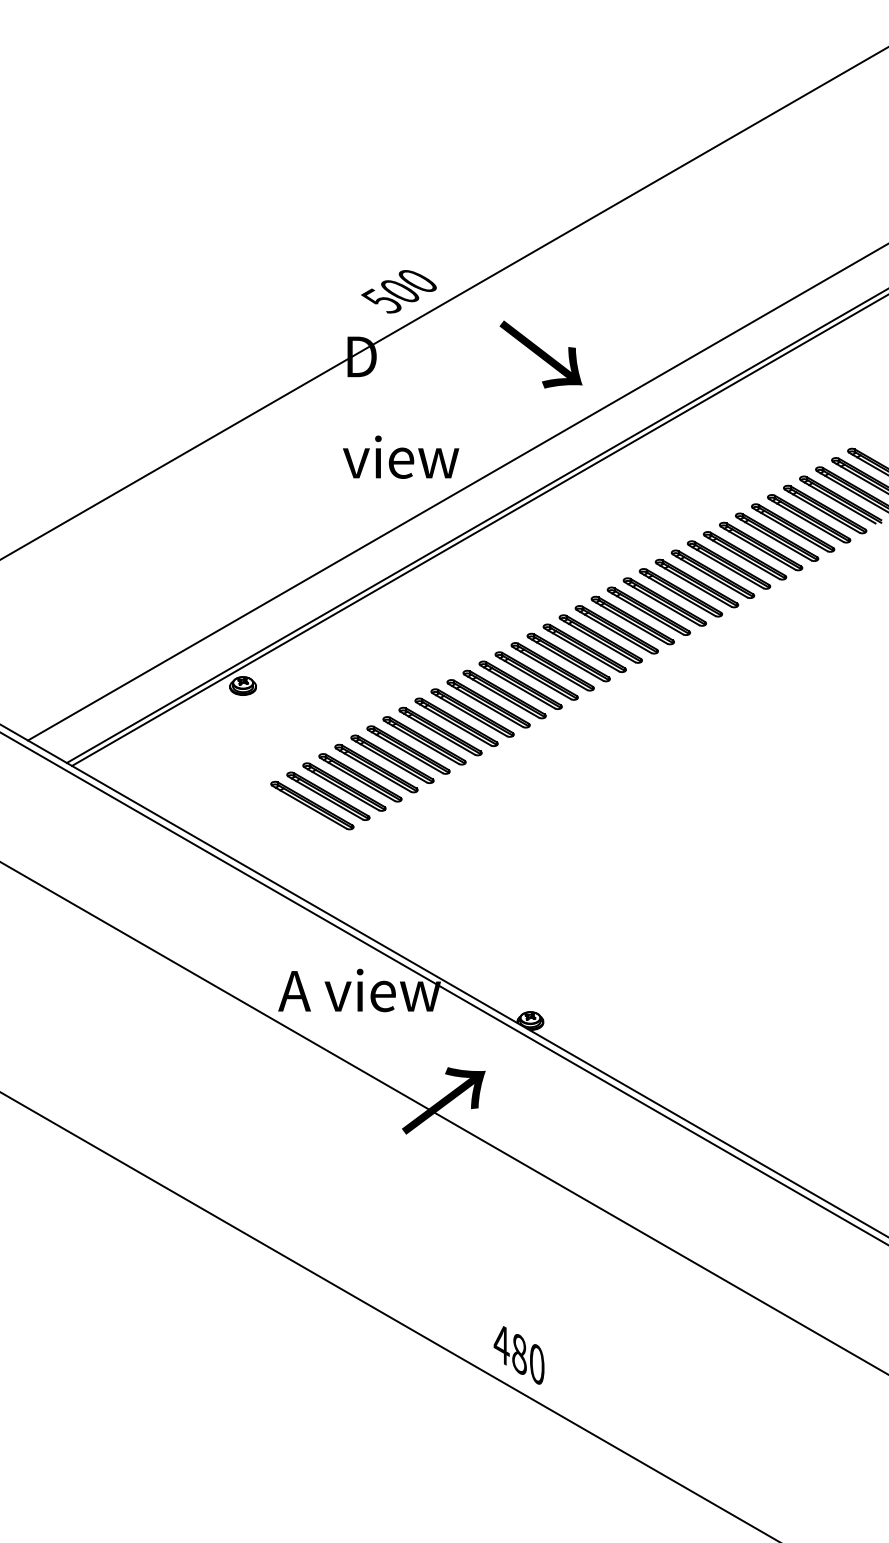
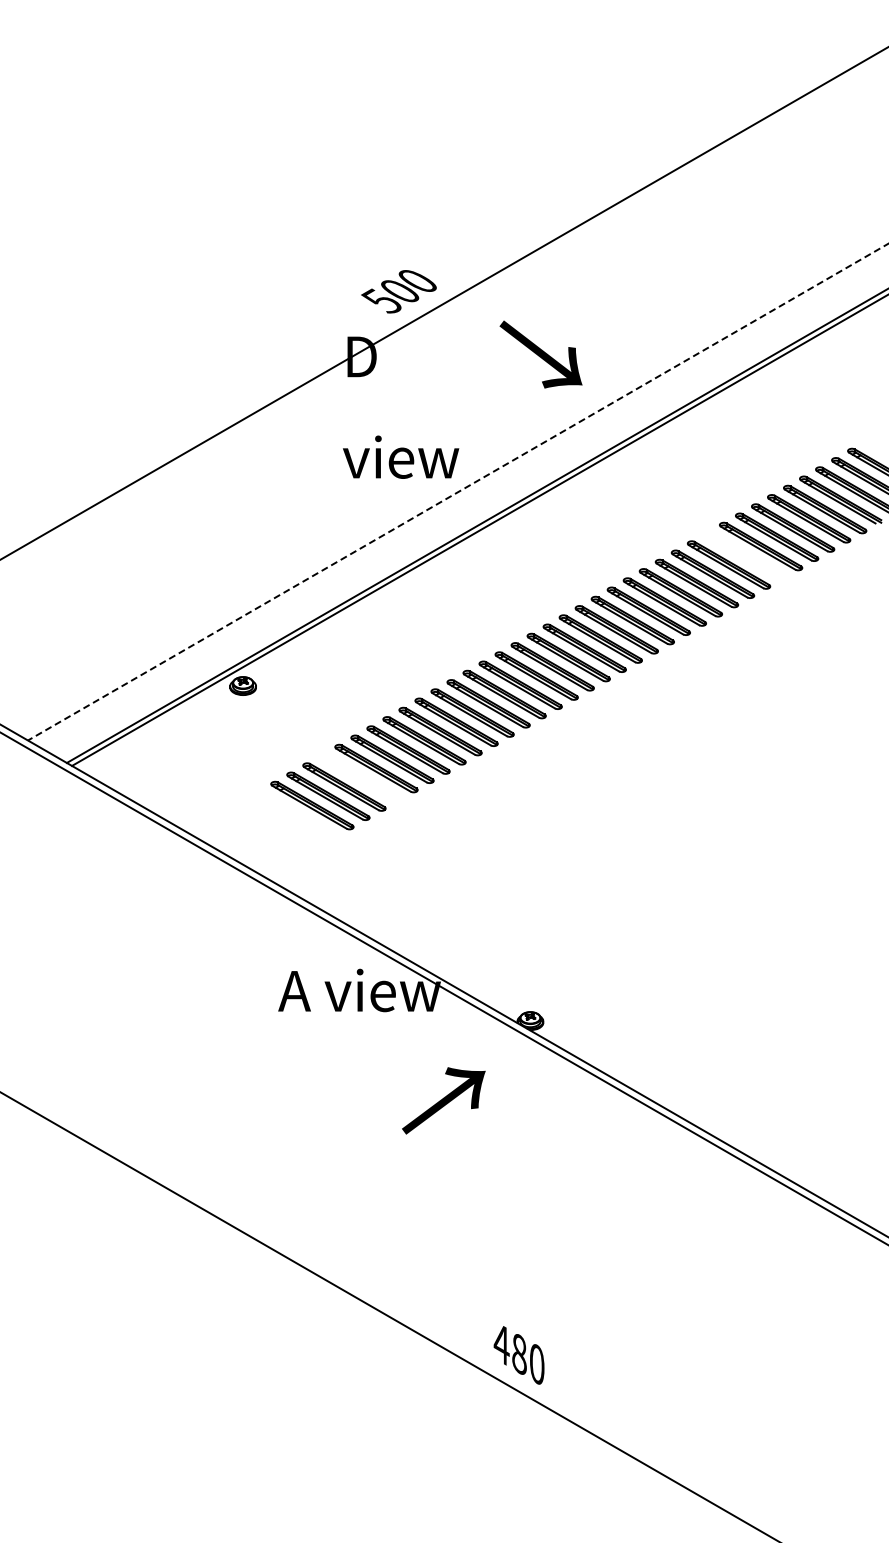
line at (458, 492): solid -> dashed
part at (745, 555): present -> none
part at (360, 777): present -> none
line at (443, 1117): present -> none
